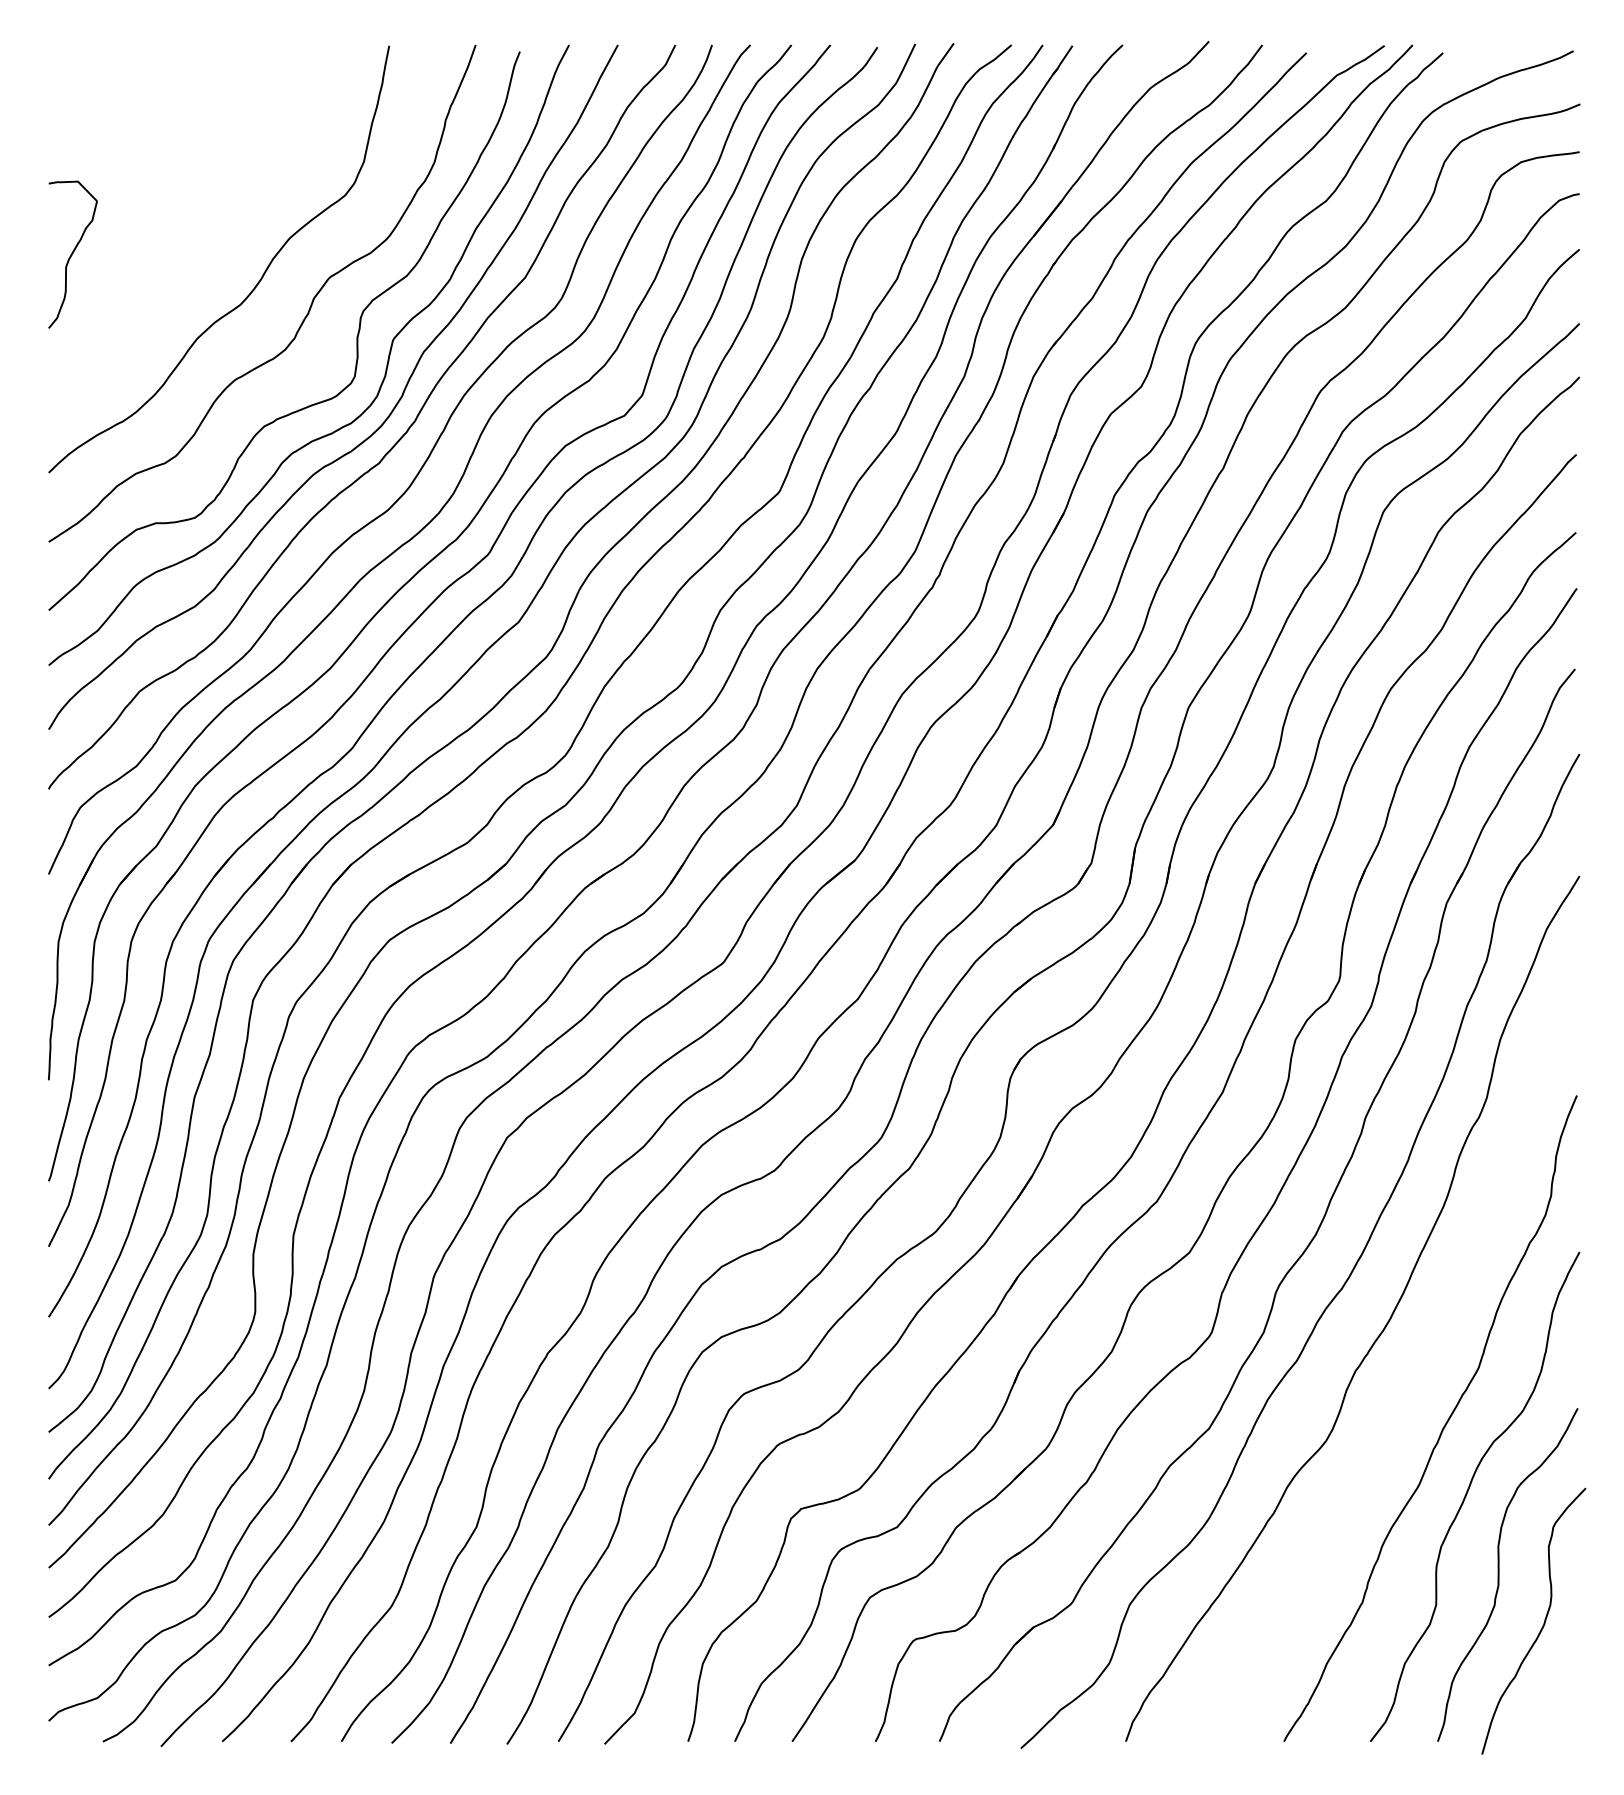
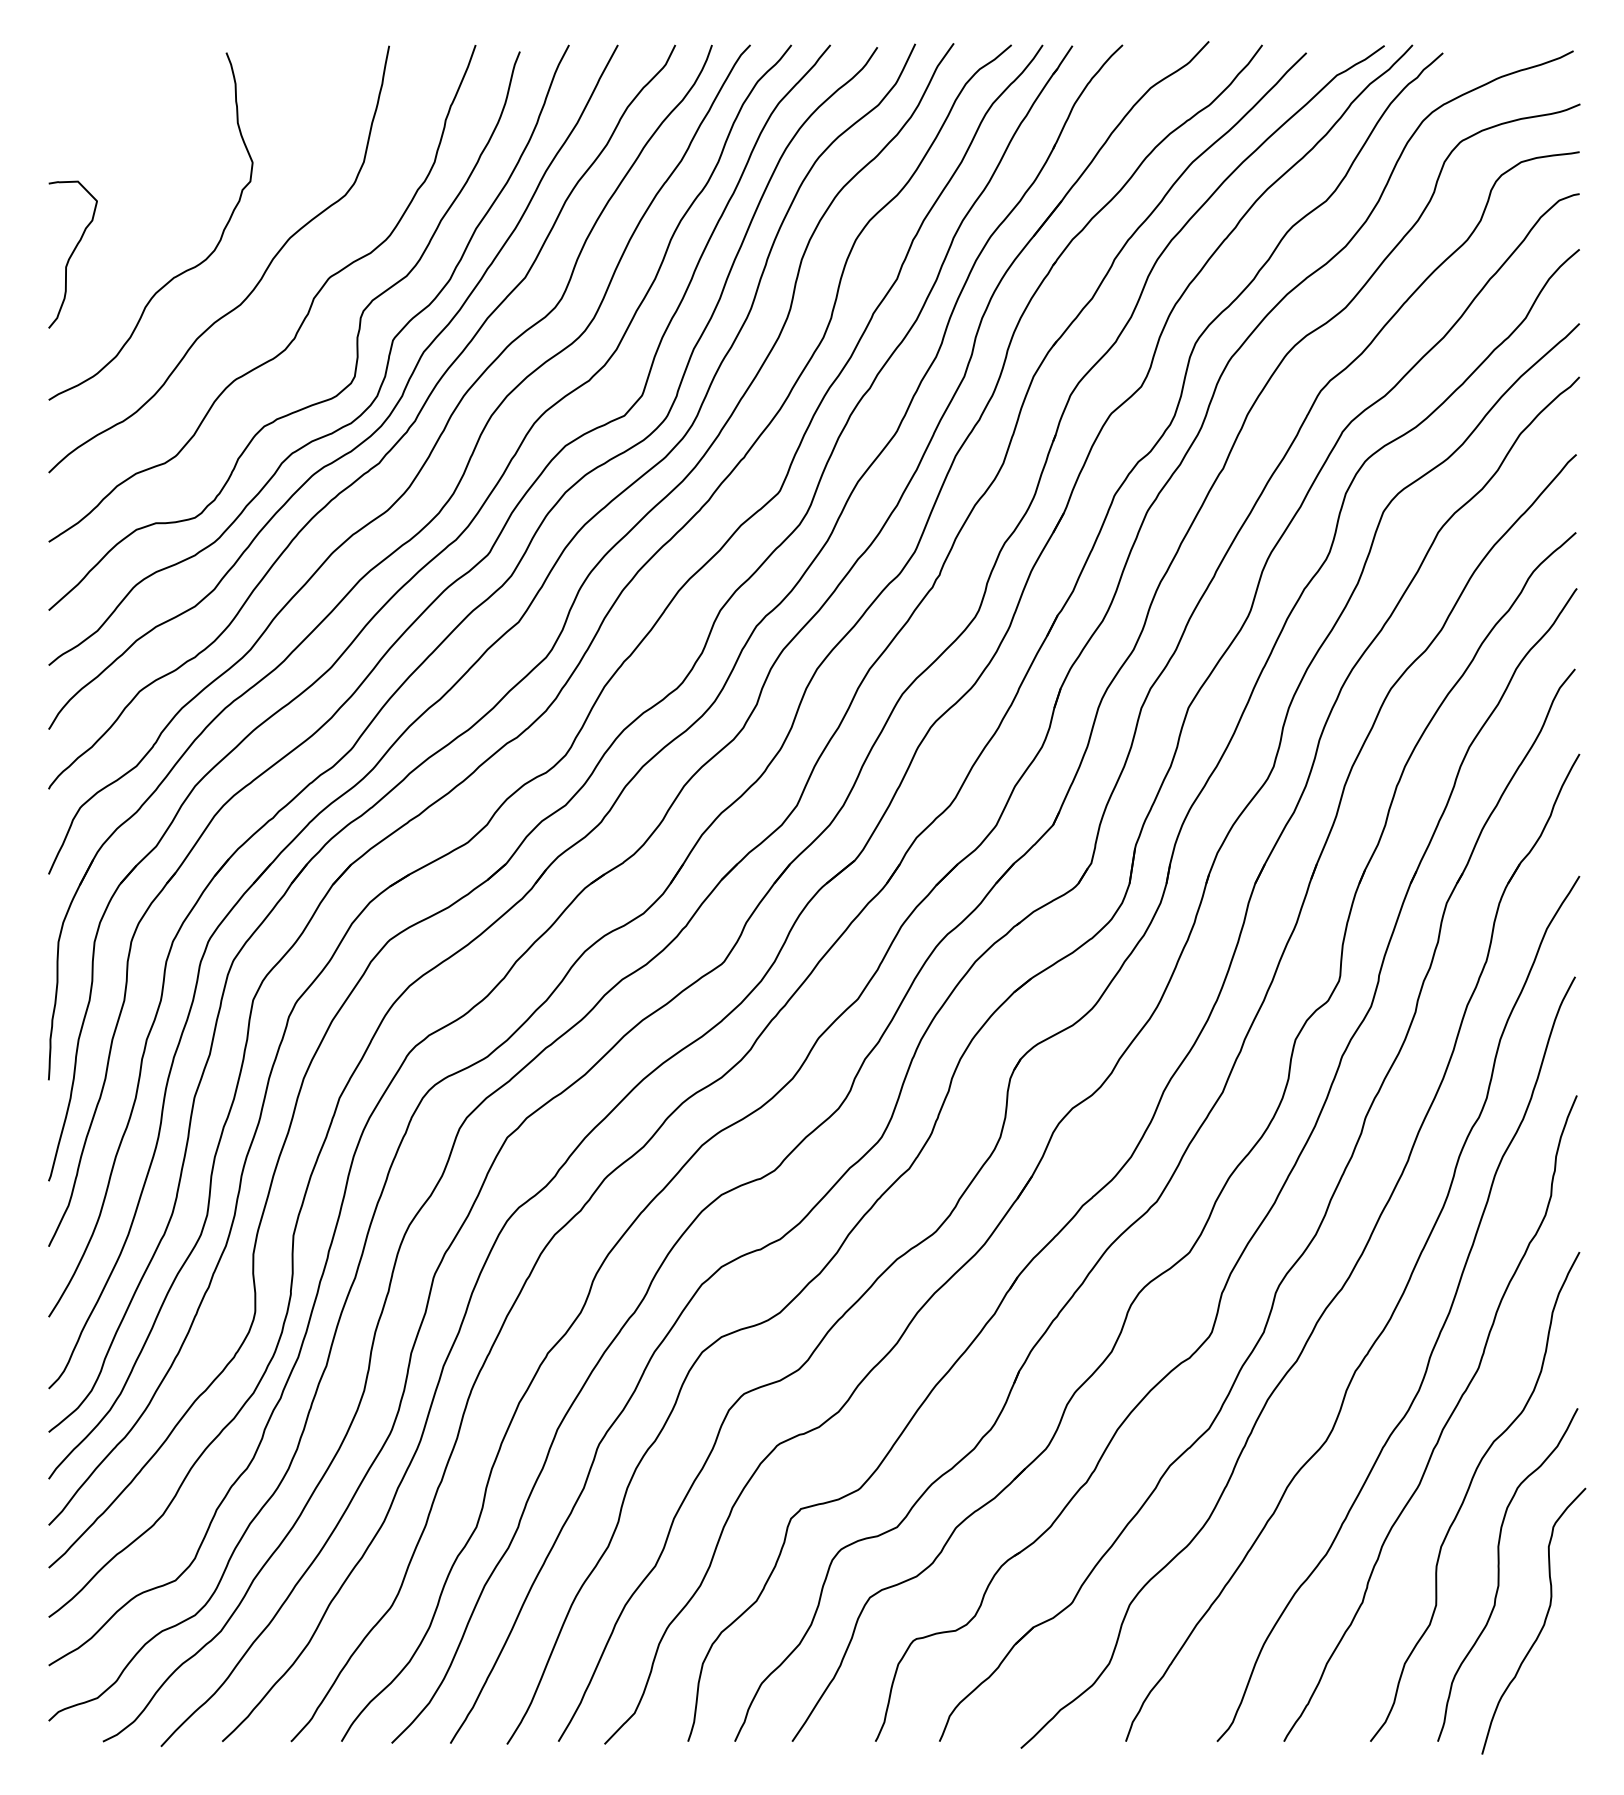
curve at (177, 274): none -> present
curve at (1426, 1365): none -> present
